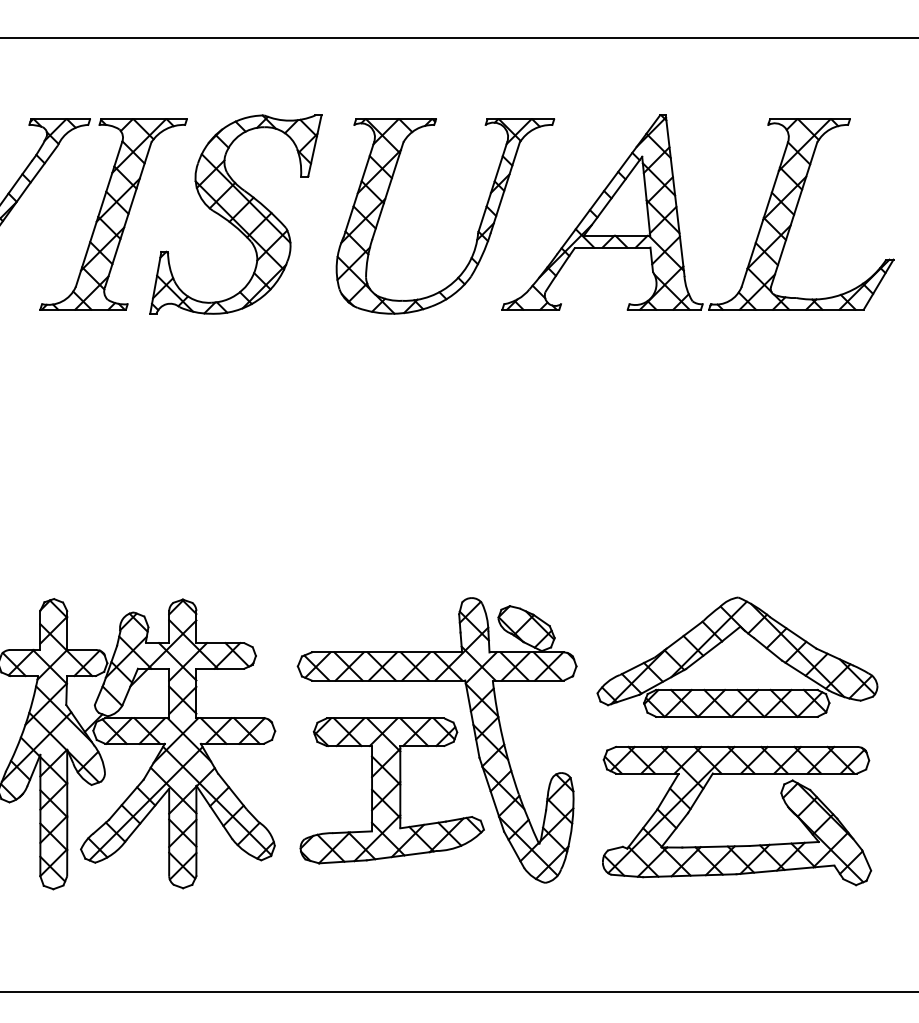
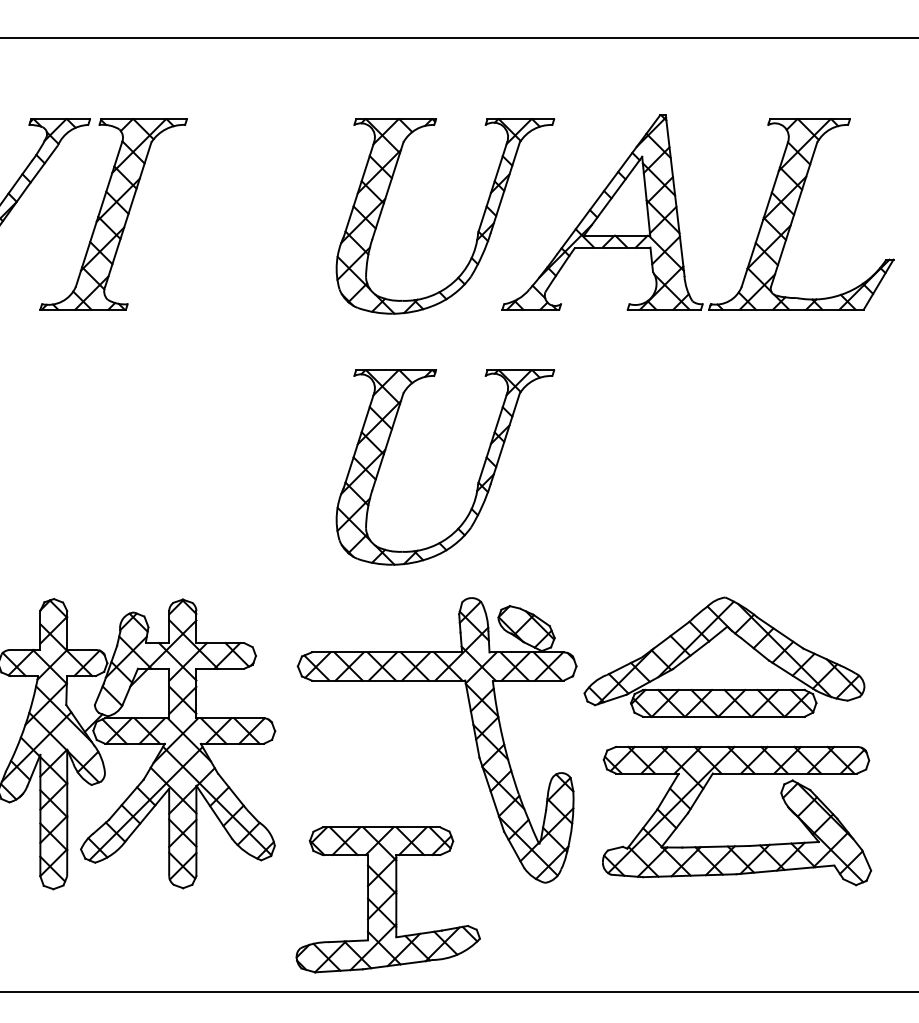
part at (235, 214): present -> none
part at (479, 475): none -> present
part at (726, 639) position: (726, 639) -> (713, 639)
part at (391, 790) position: (391, 790) -> (387, 899)
